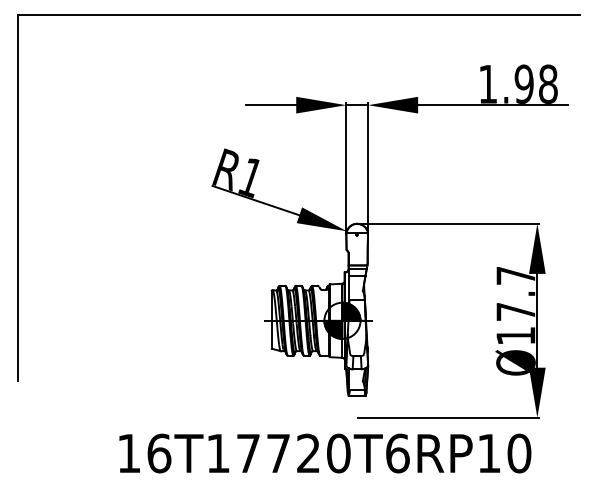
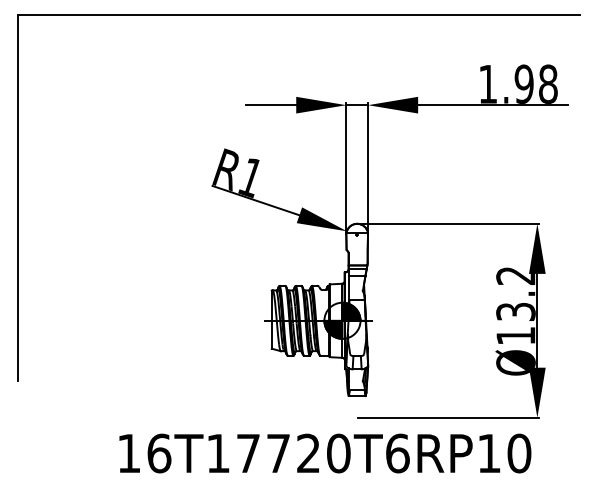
text at (515, 293): Ø17.7 -> Ø13.2
